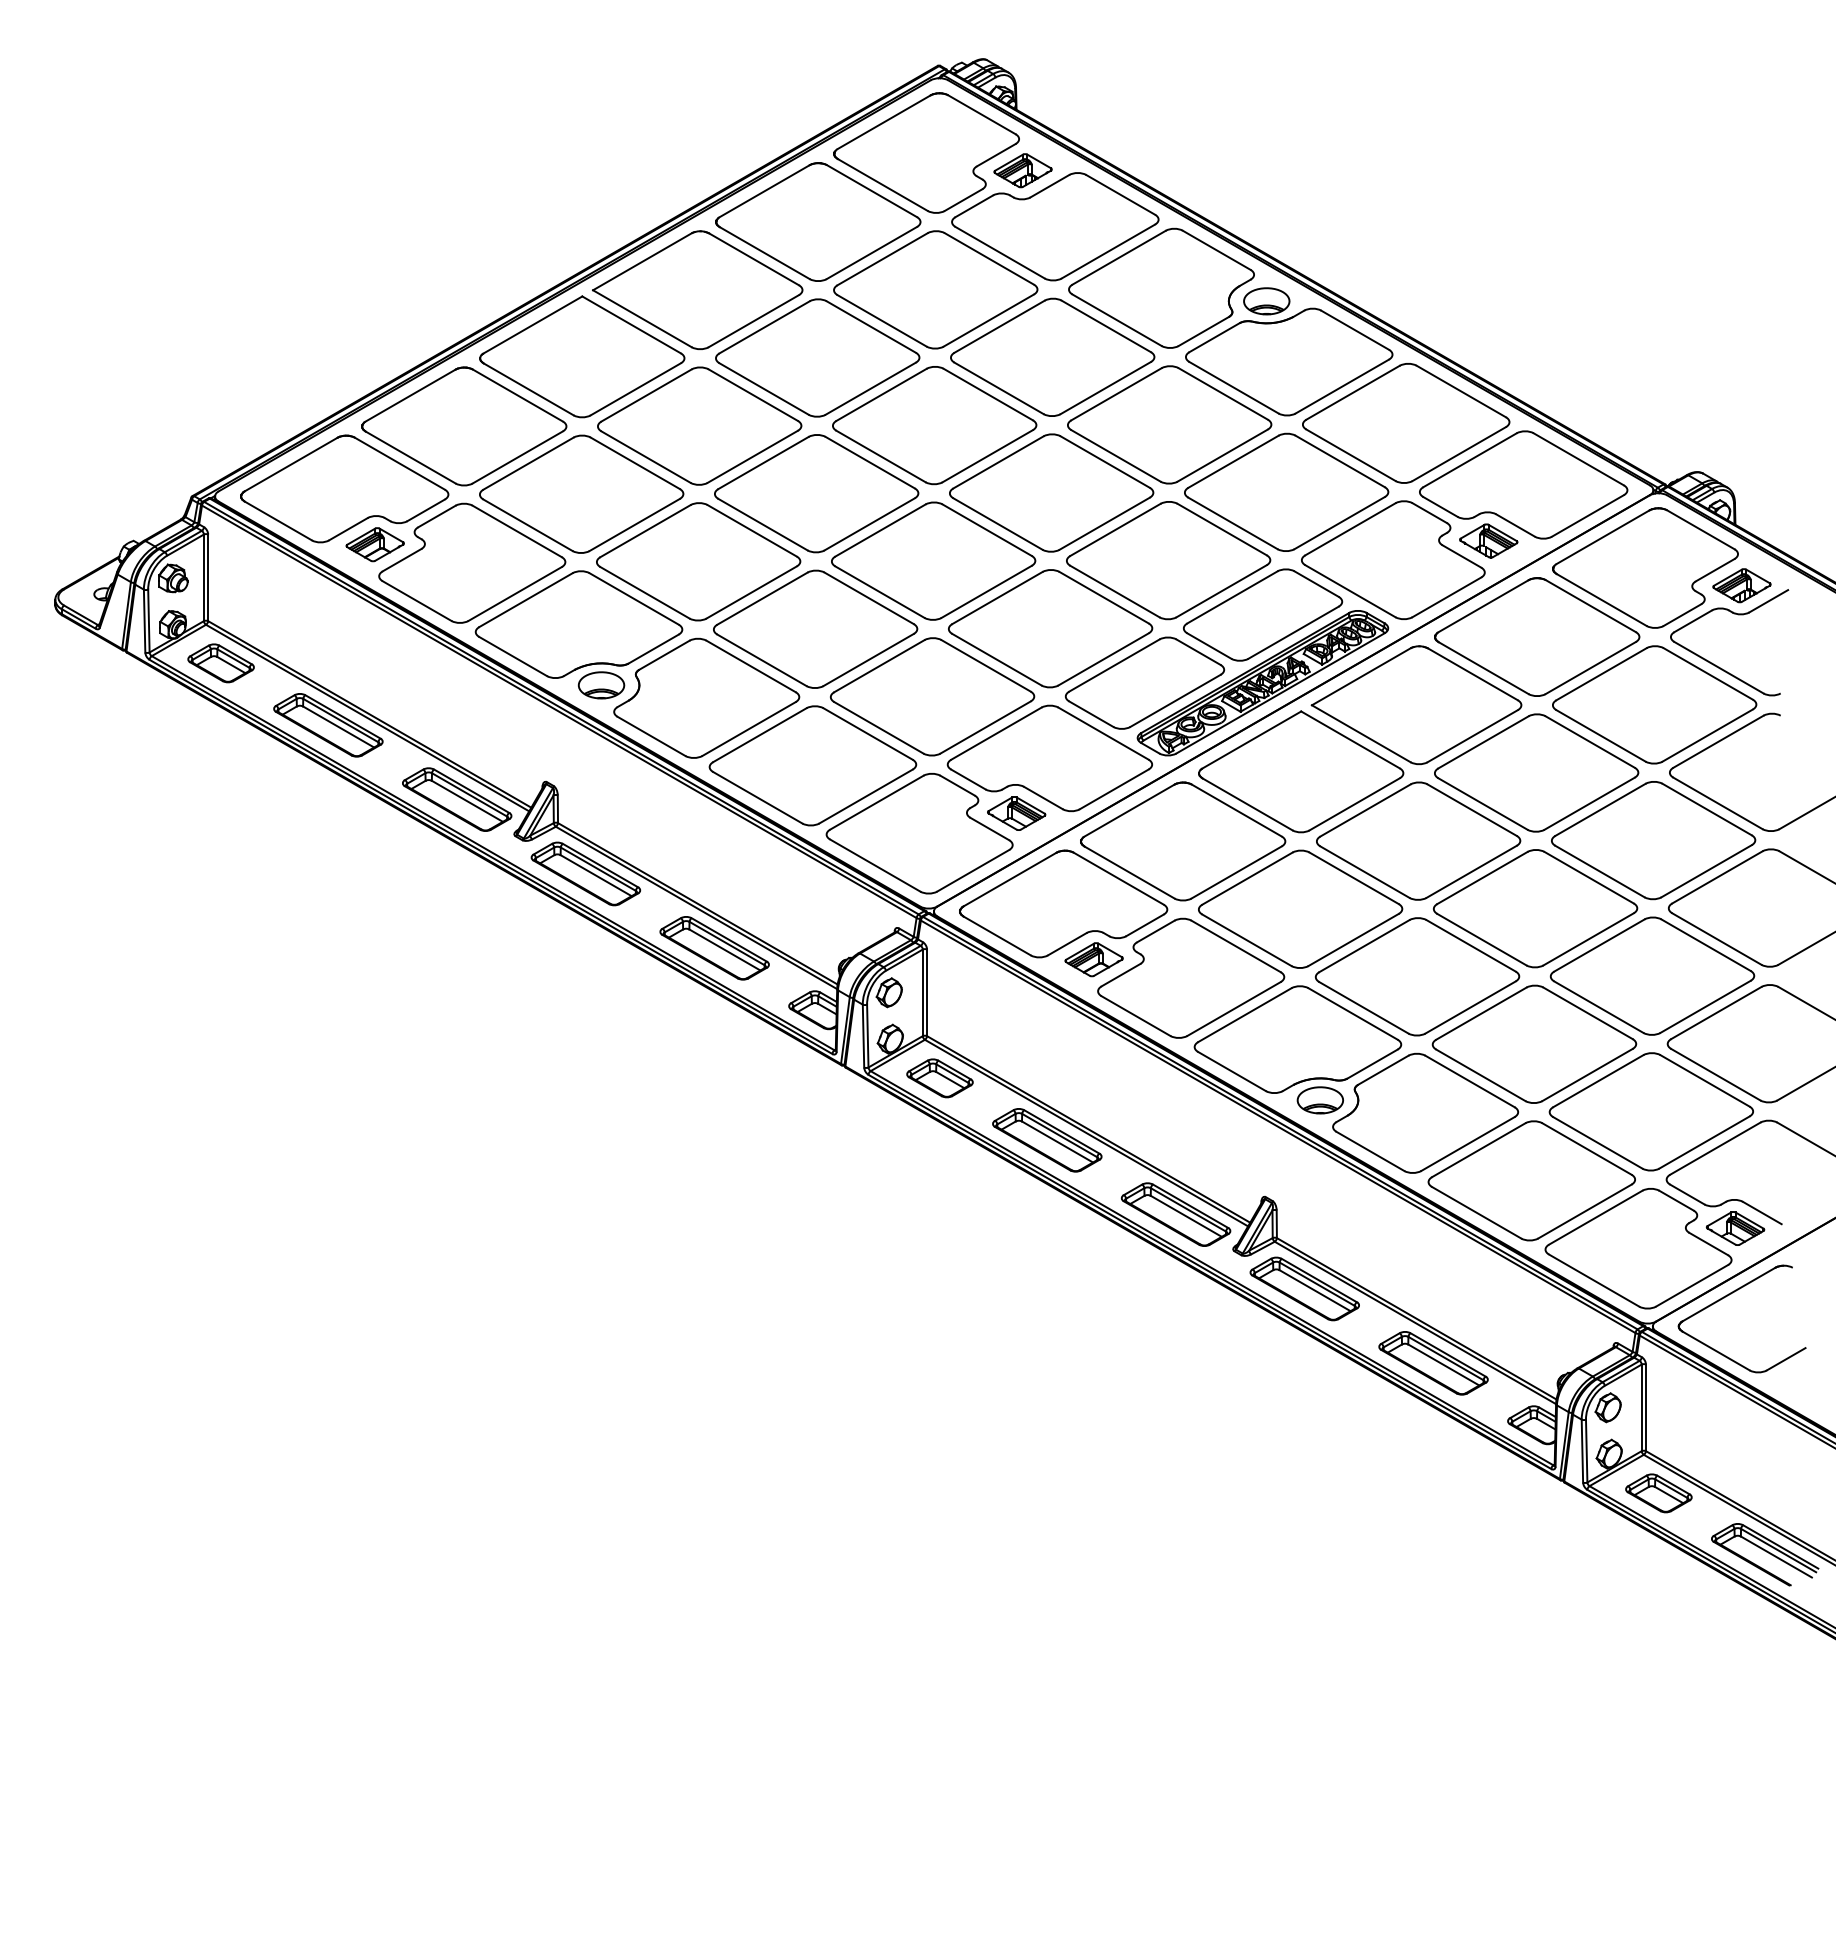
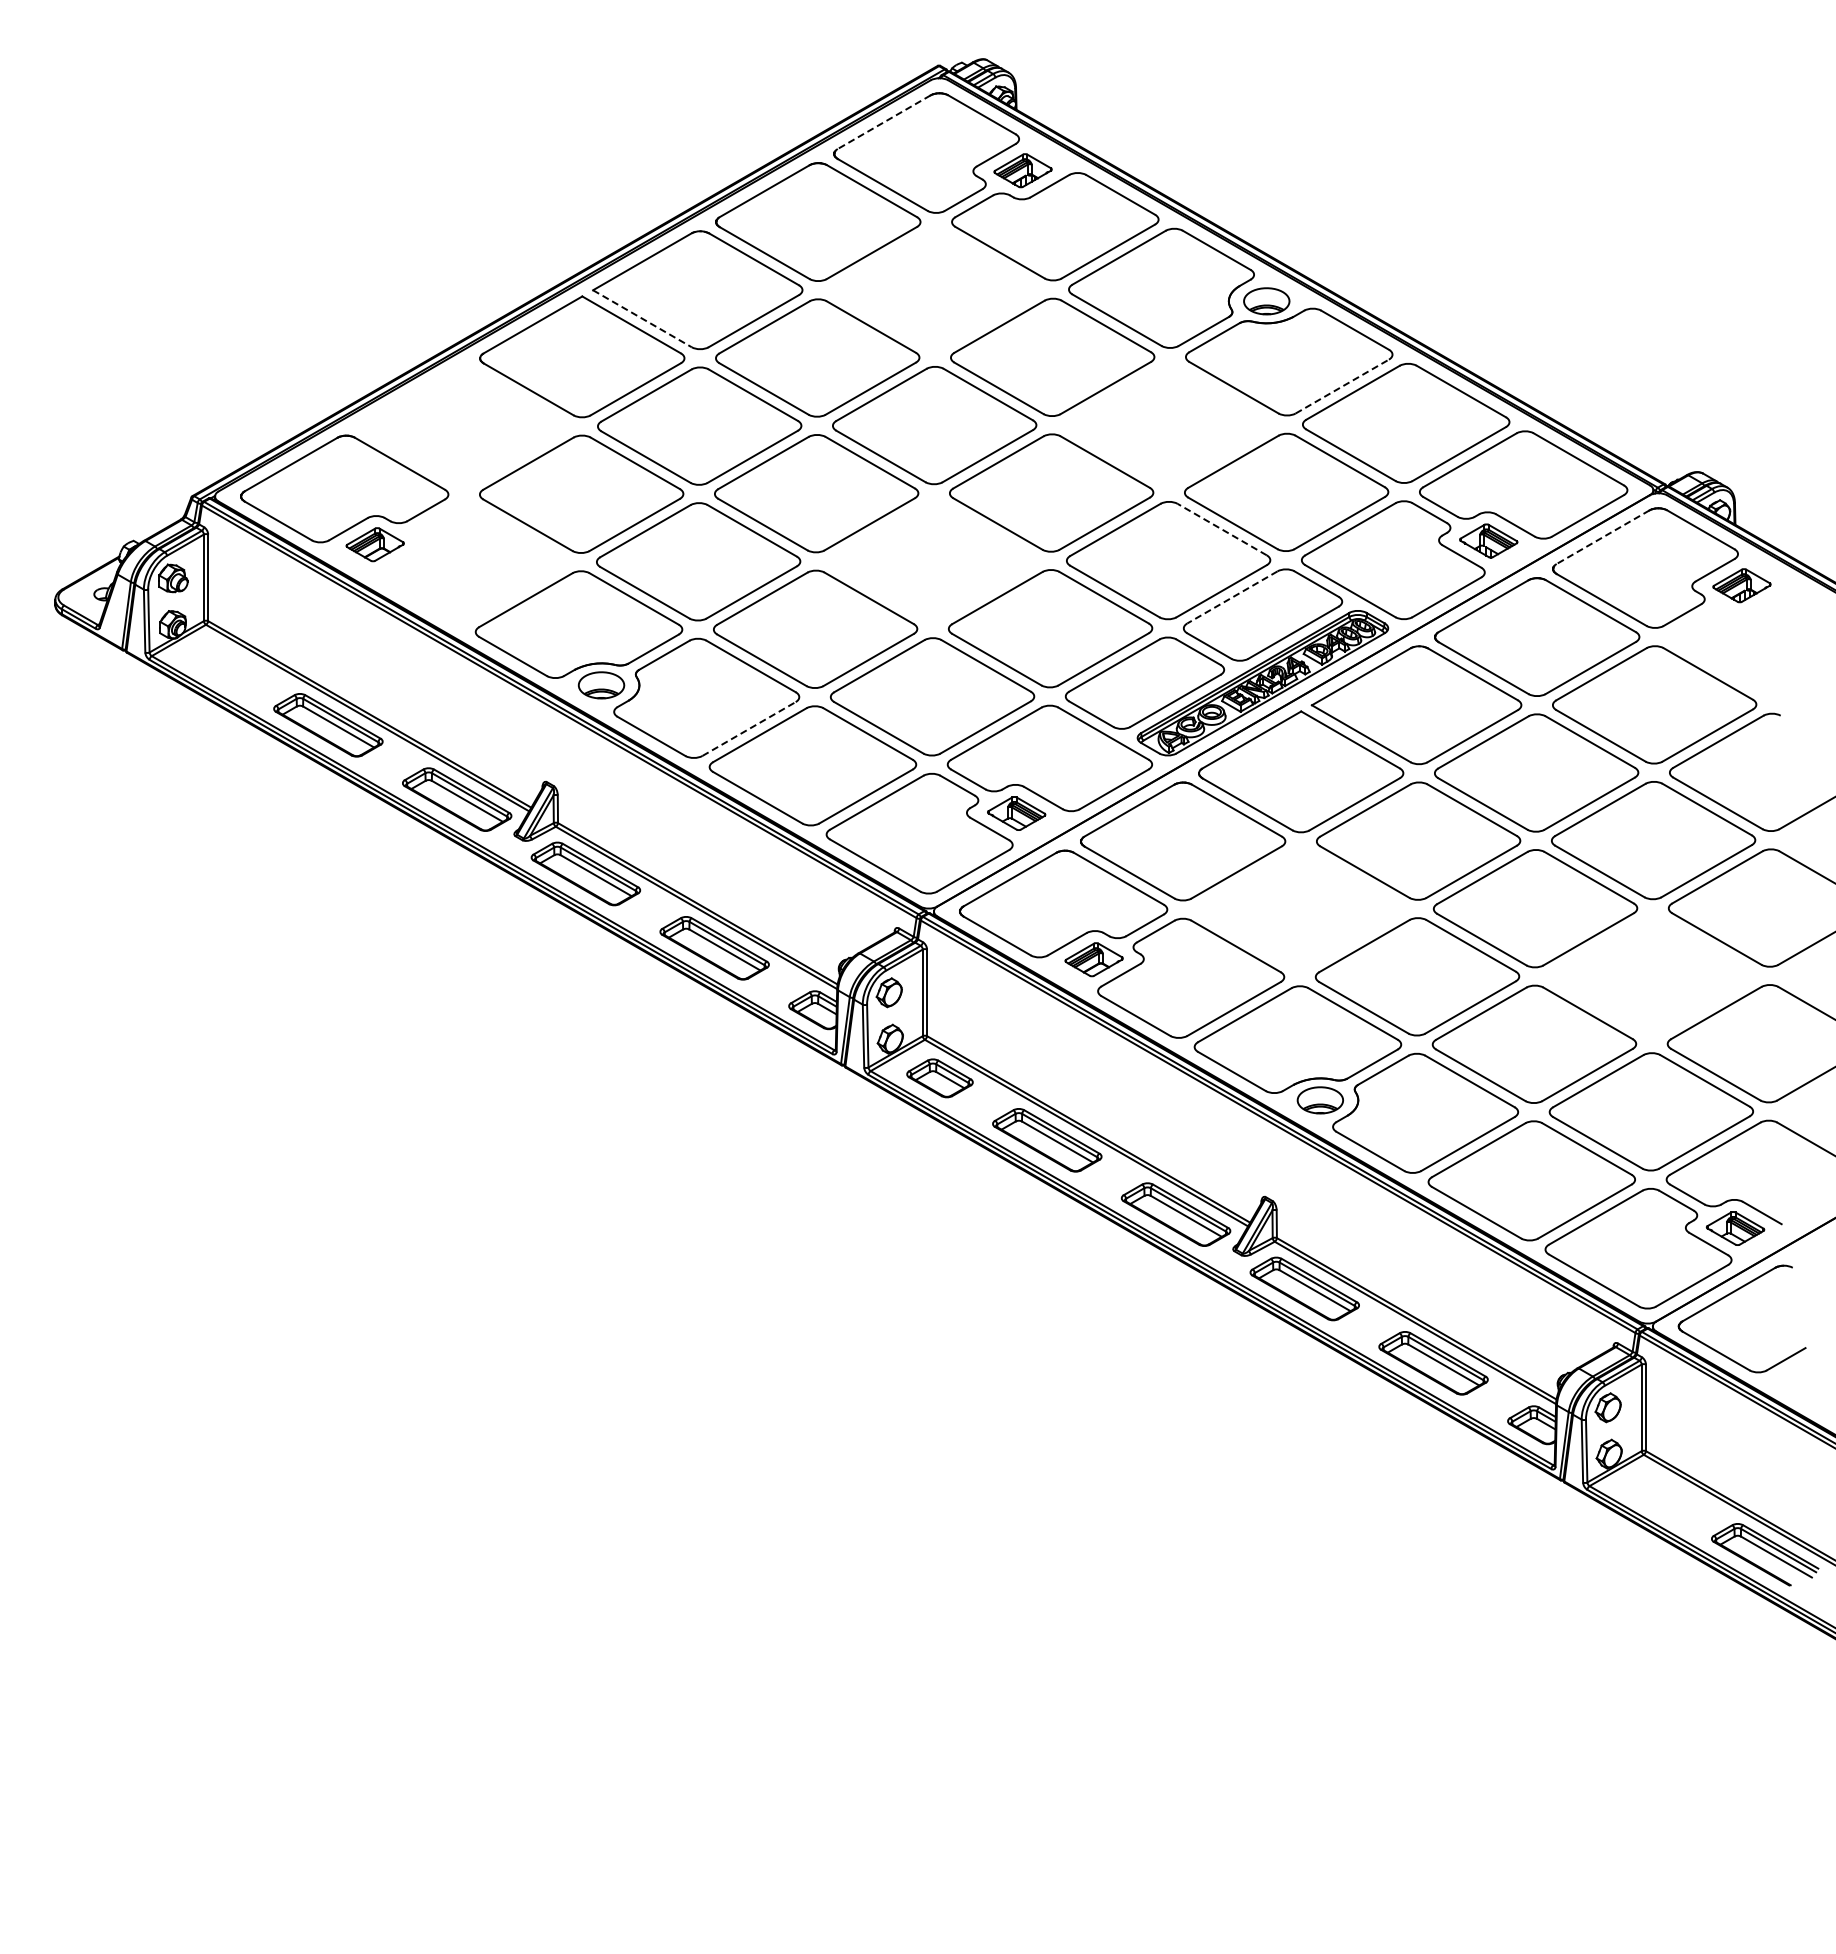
line at (884, 122): solid -> dashed
part at (935, 289): present -> none
line at (642, 318): solid -> dashed
line at (1342, 386): solid -> dashed
part at (1169, 424): present -> none
part at (464, 426): present -> none
line at (1221, 529): solid -> dashed
line at (1603, 537): solid -> dashed
part at (933, 560): present -> none
part at (472, 562): present -> none
line at (1232, 597): solid -> dashed
part at (220, 663): present -> none
part at (1717, 665): present -> none
line at (749, 729): solid -> dashed
part at (1300, 908): present -> none
part at (1652, 975): present -> none
part at (1658, 1493): present -> none
